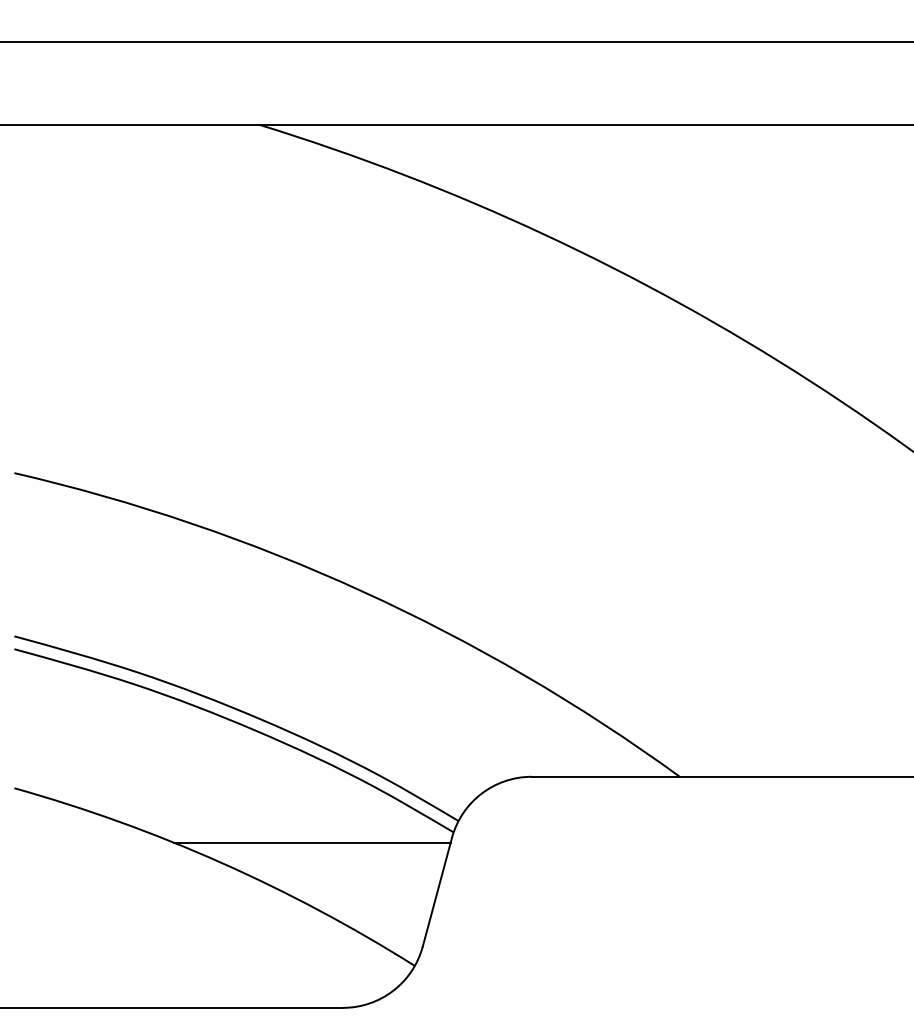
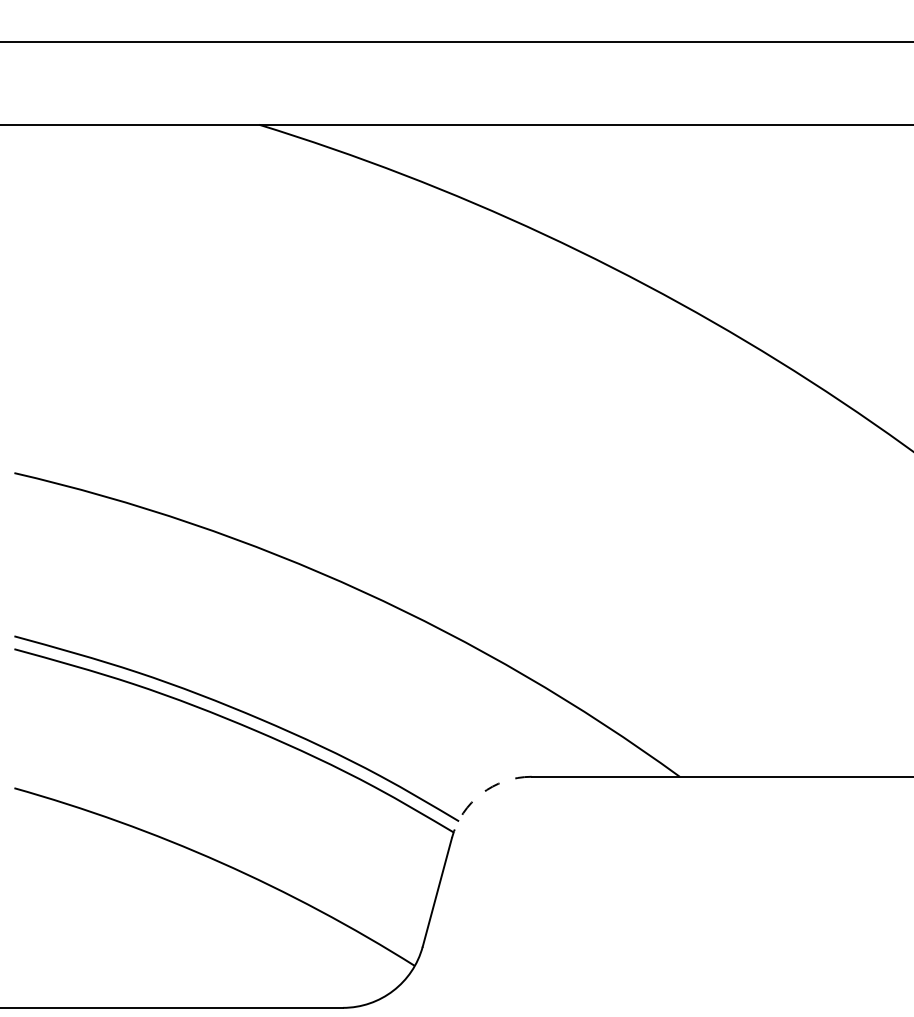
arc at (481, 793): solid -> dashed
line at (312, 842): present -> none
